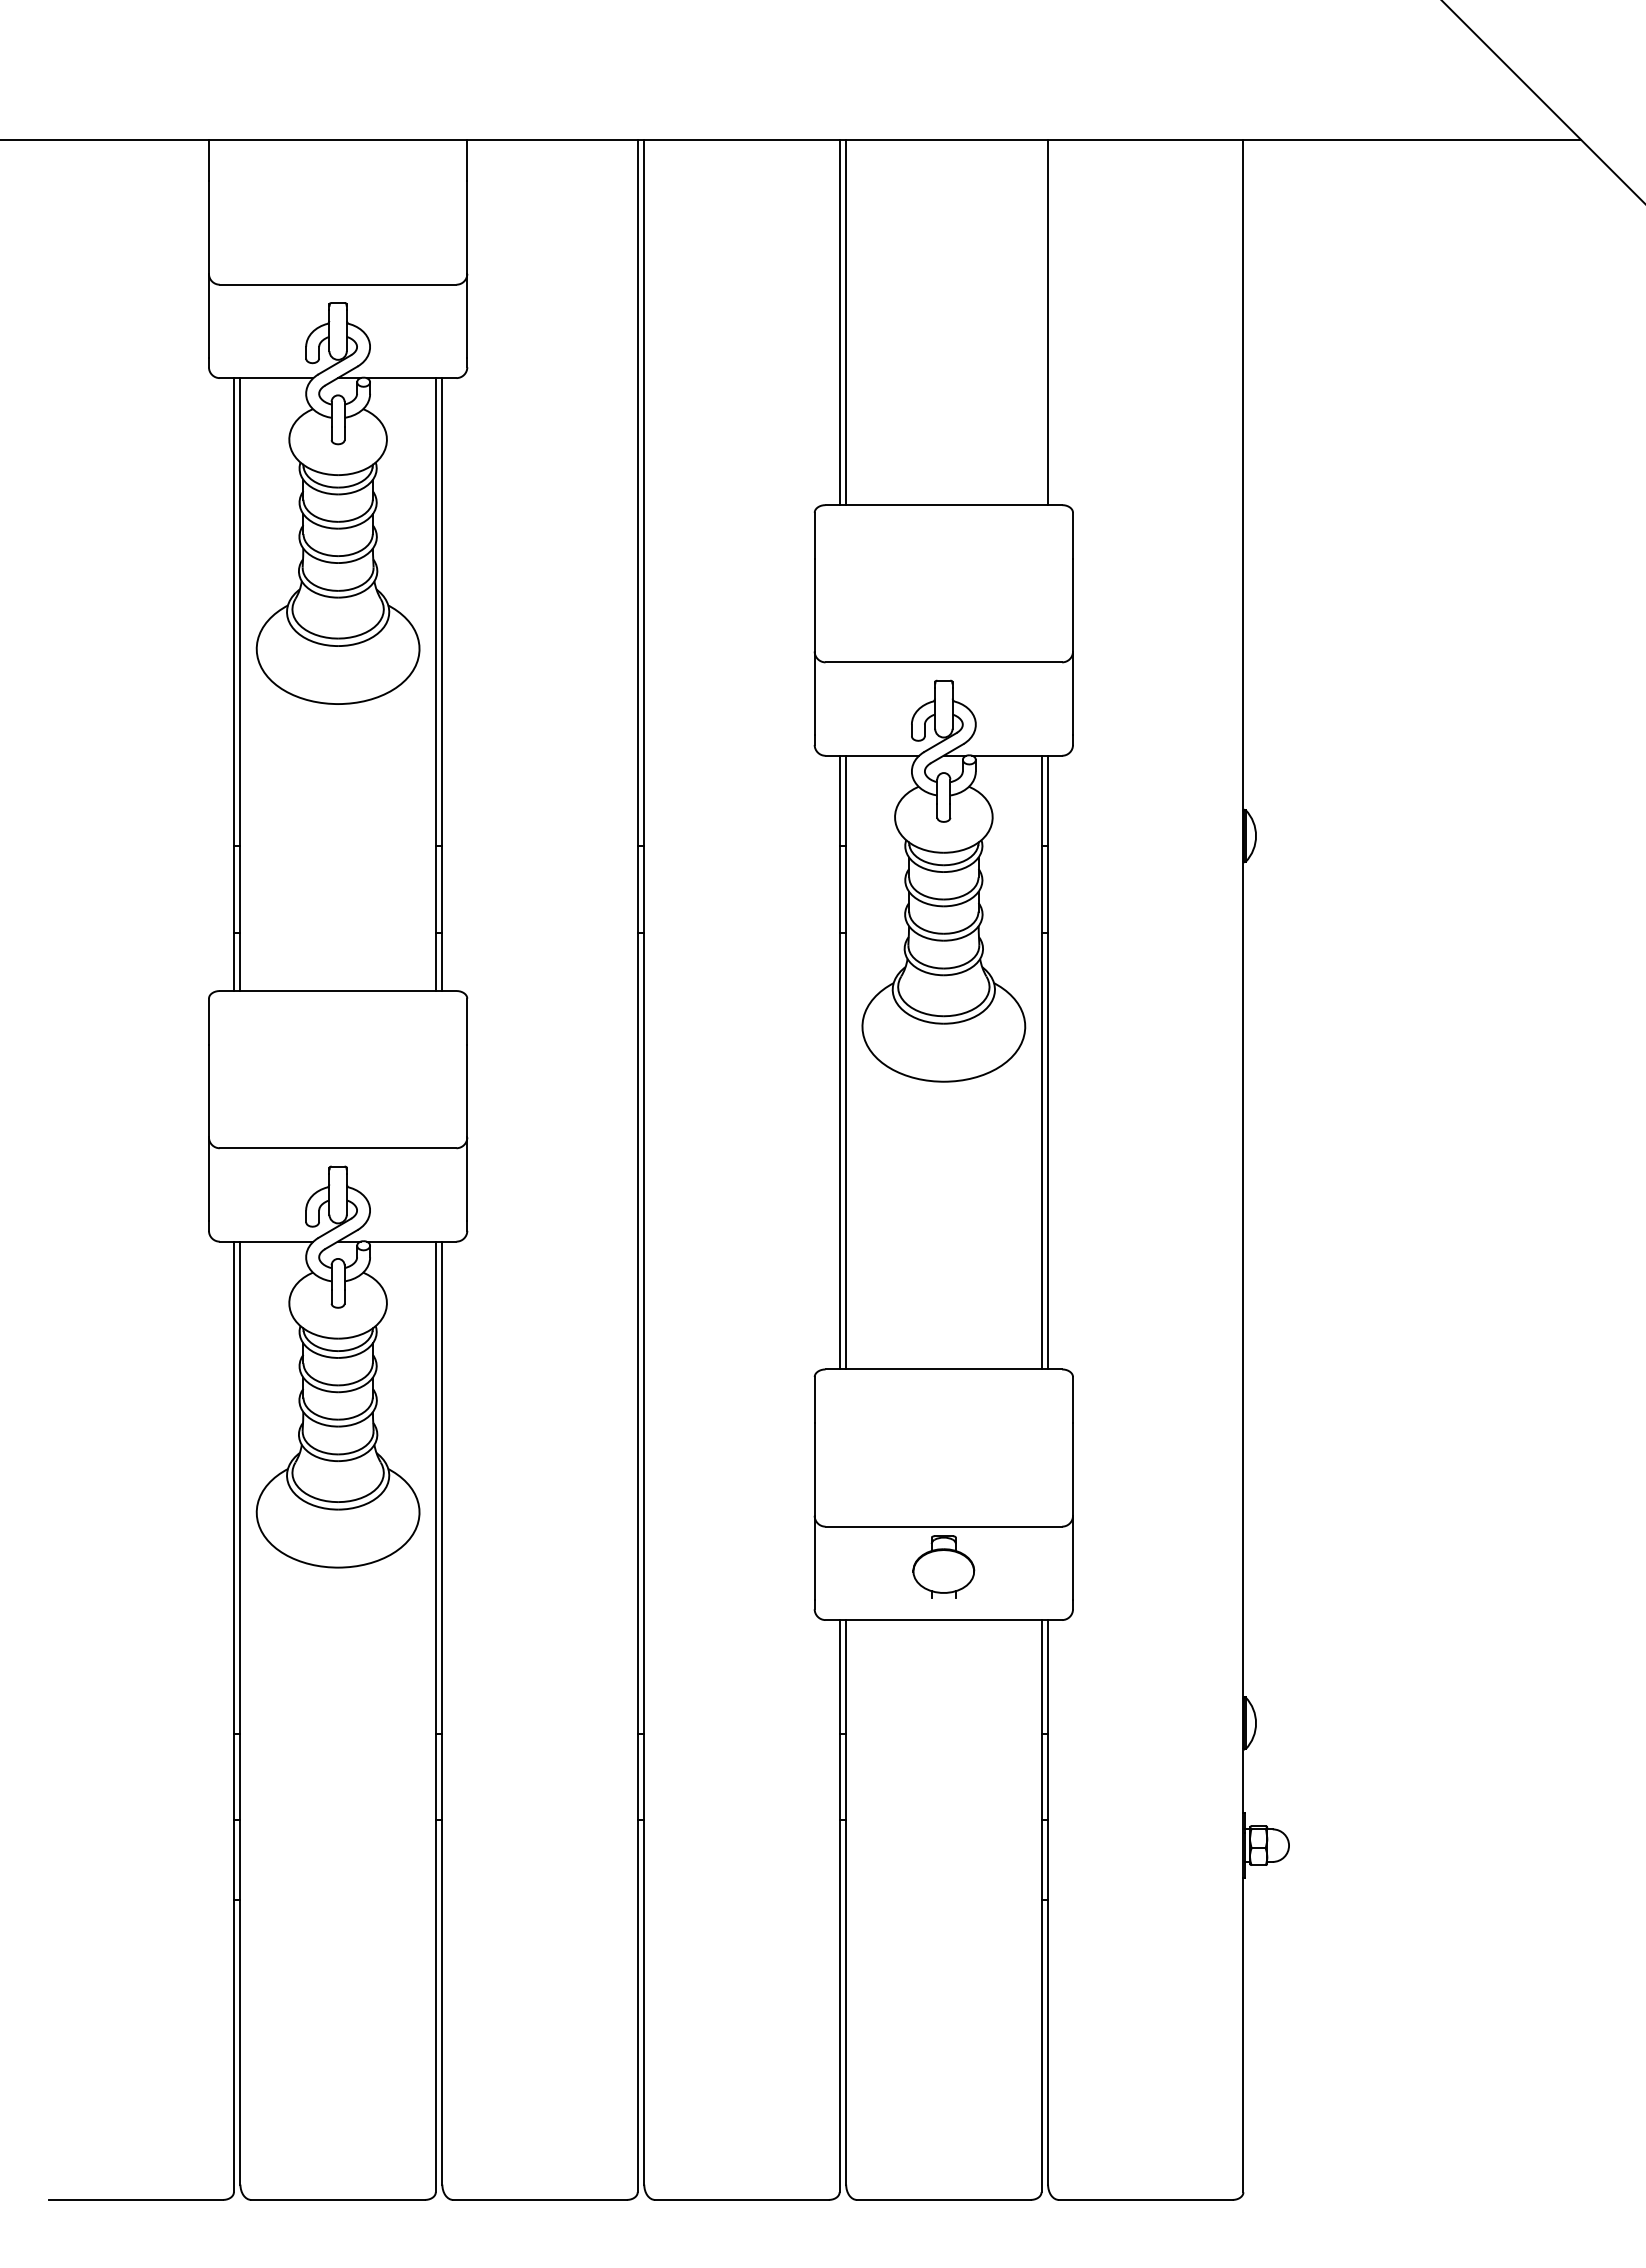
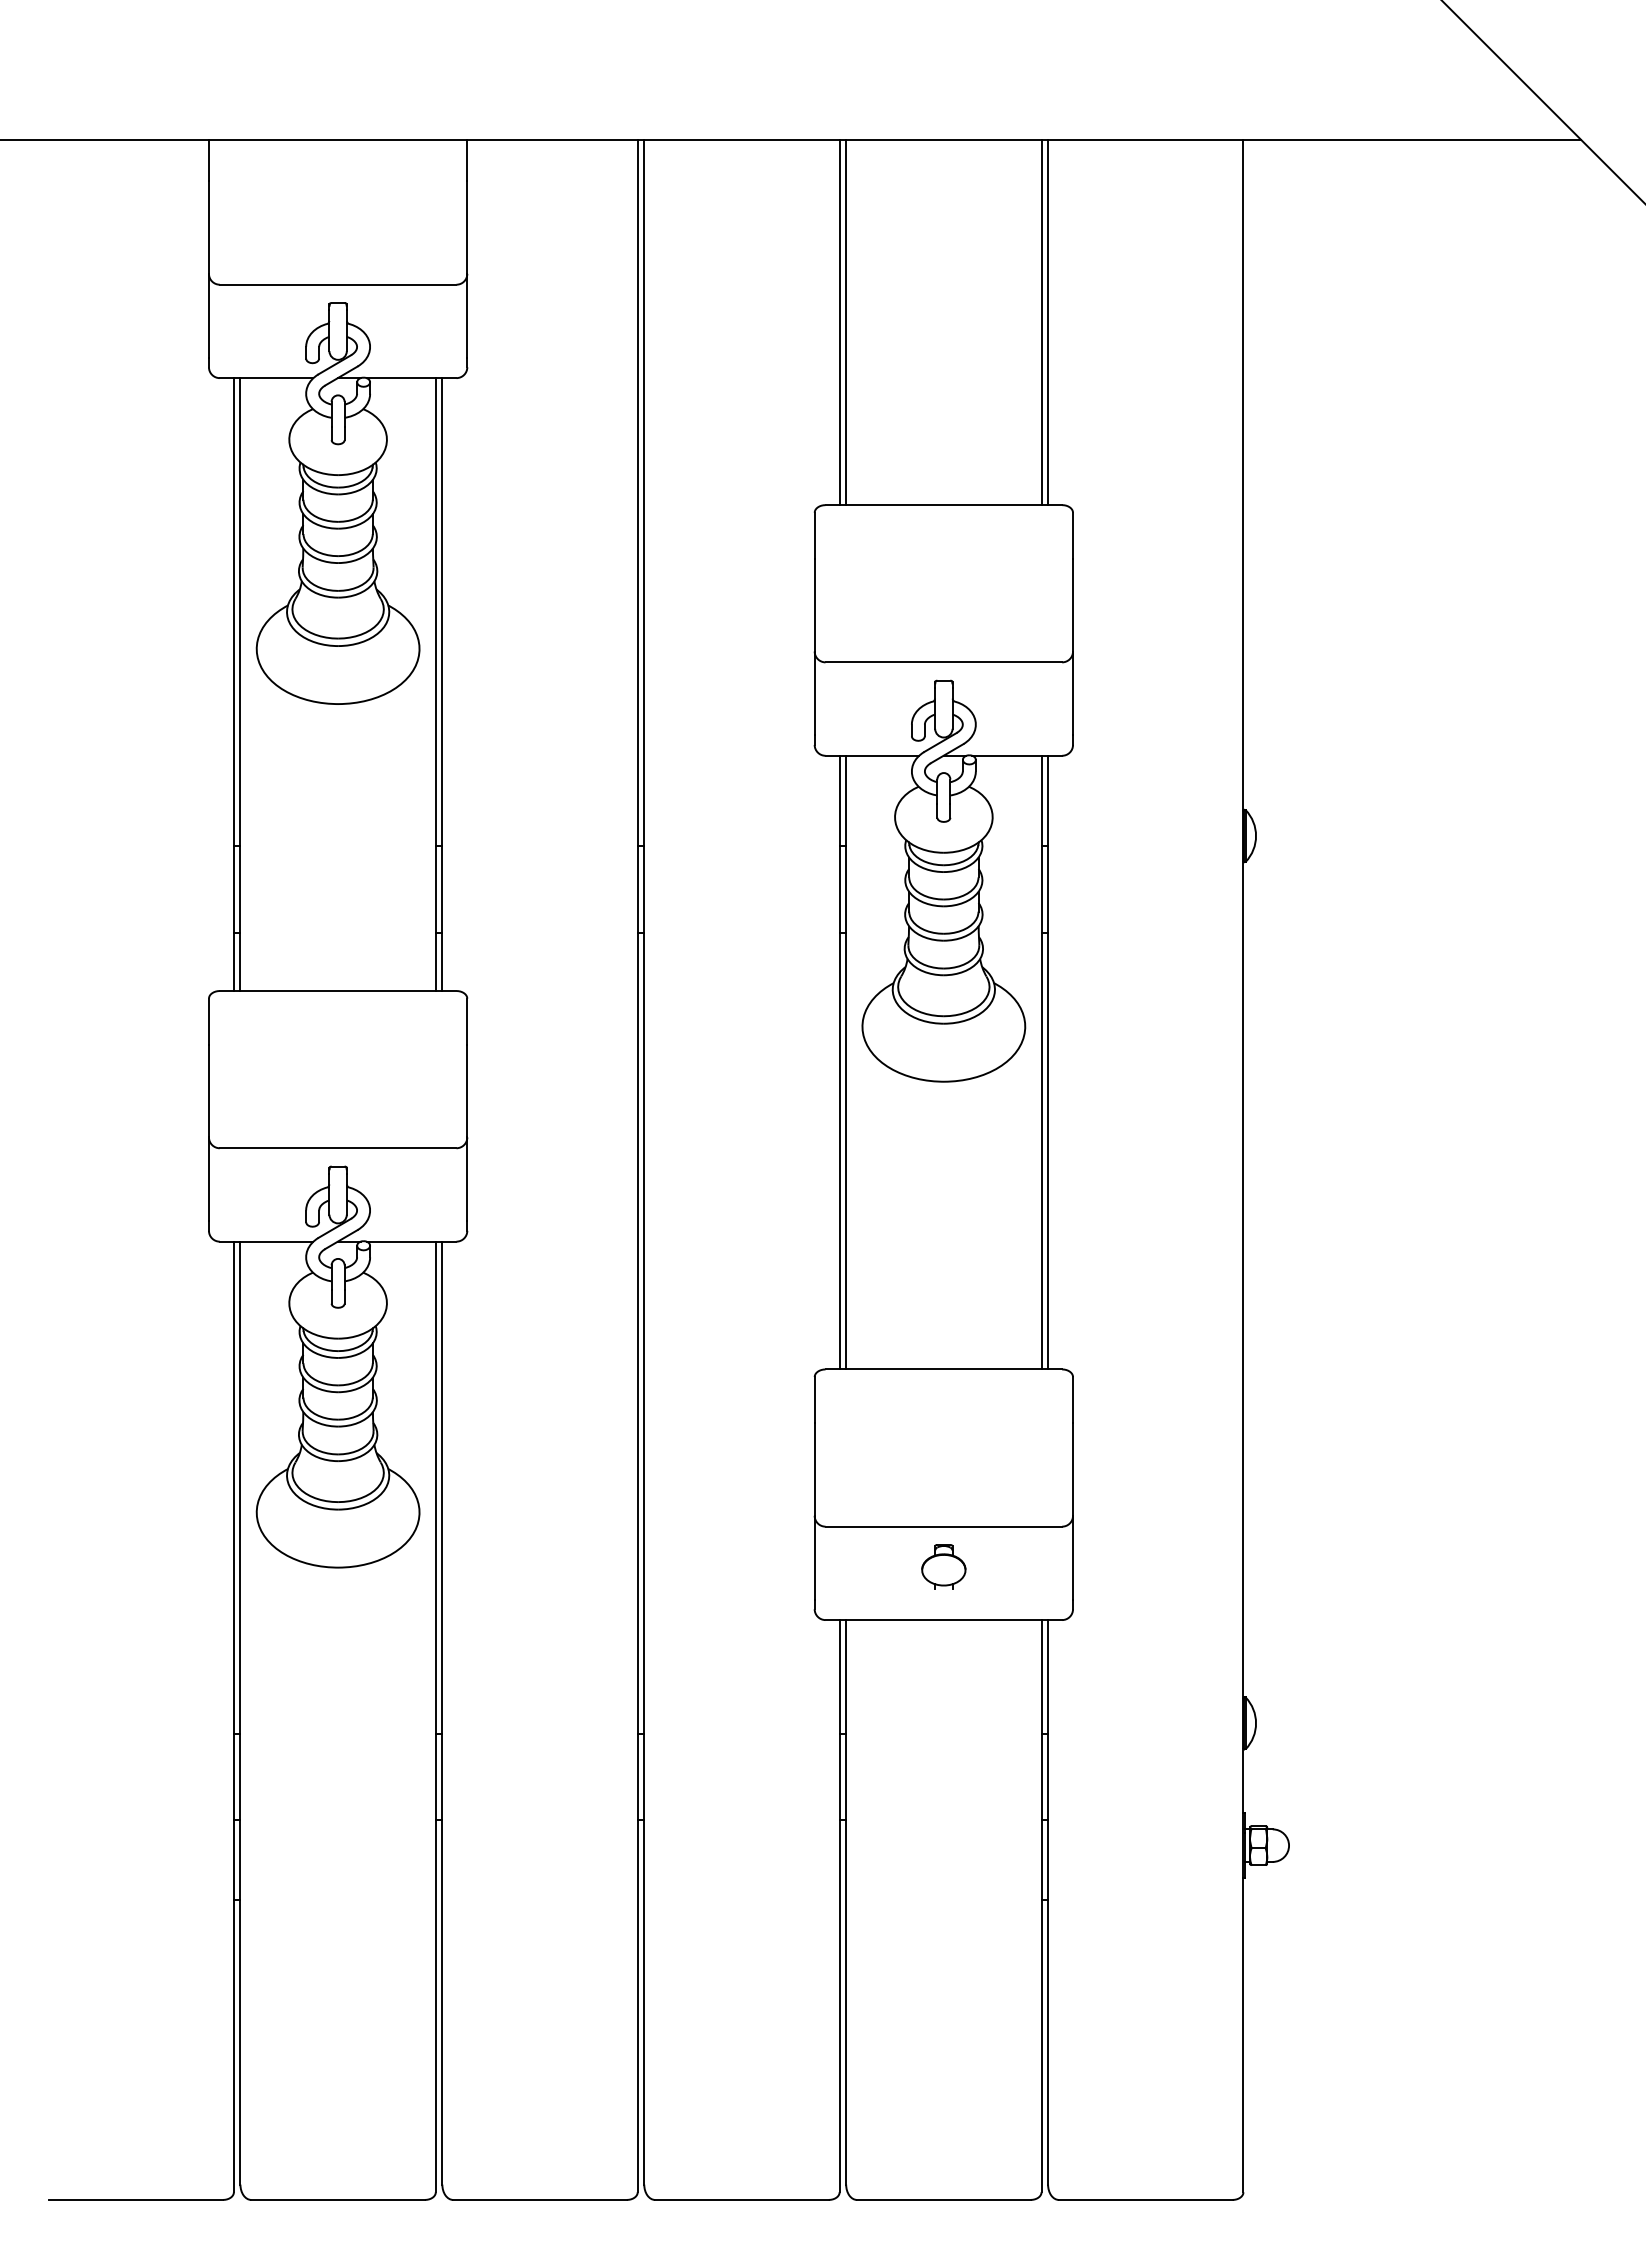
line at (1041, 322): none -> present
part at (943, 1566) size: 64x64 px -> 46x46 px
